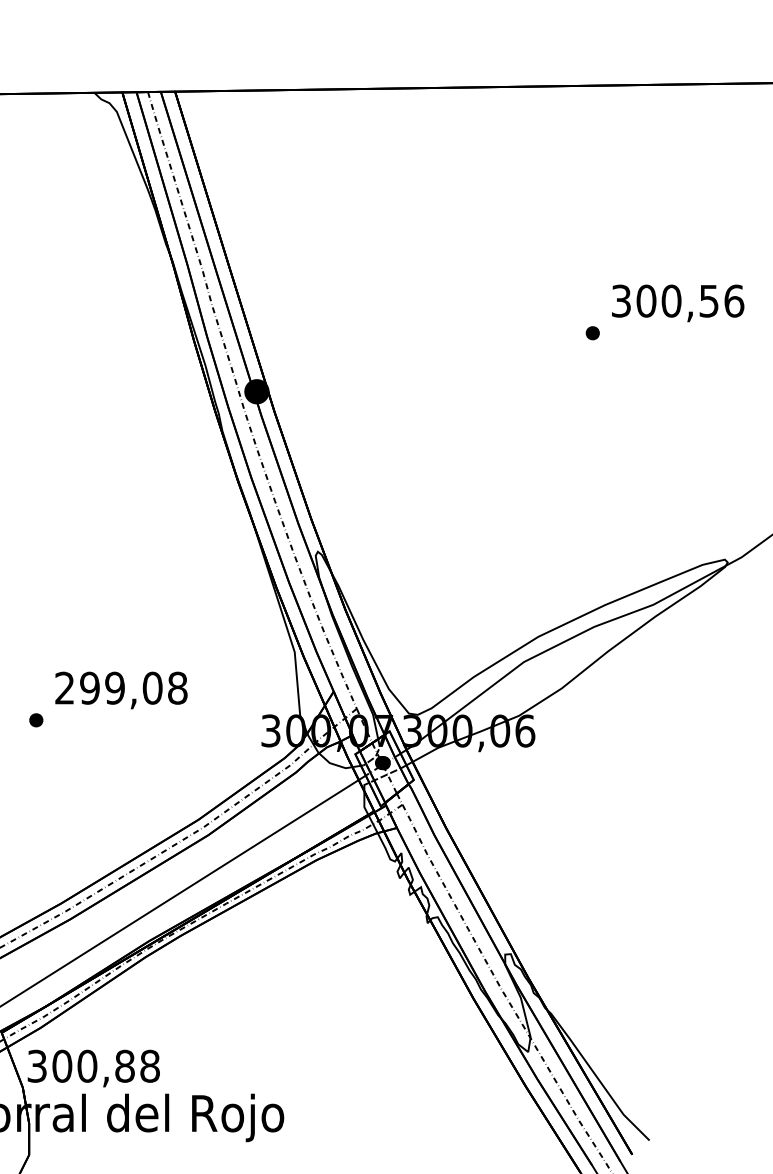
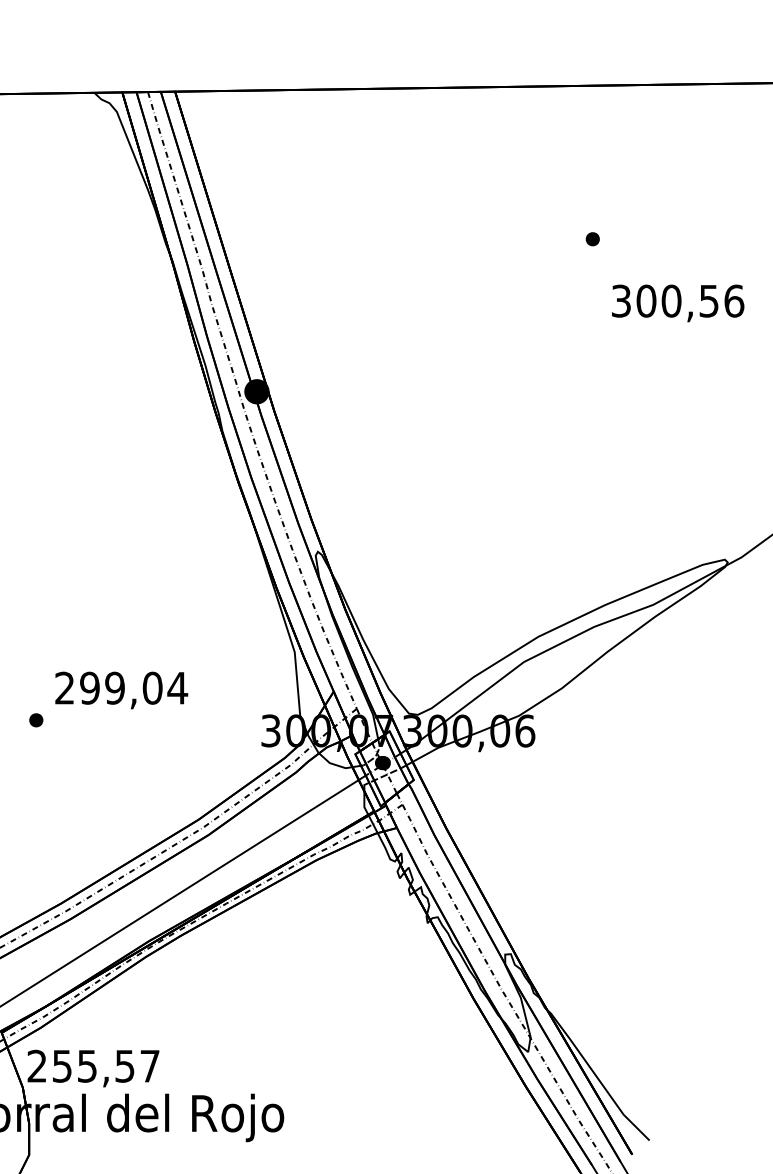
part at (592, 333) position: (592, 333) -> (592, 239)
text at (177, 687): 299,08 -> 299,04
text at (93, 1065): 300,88 -> 255,57
